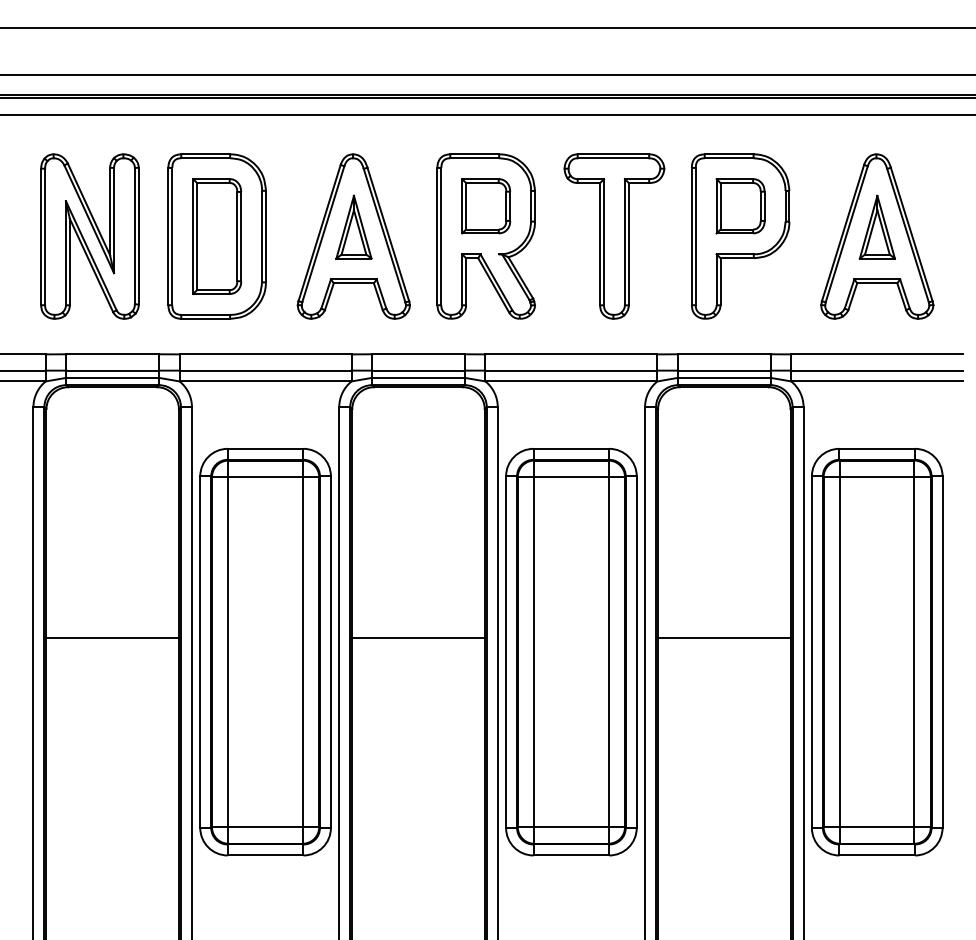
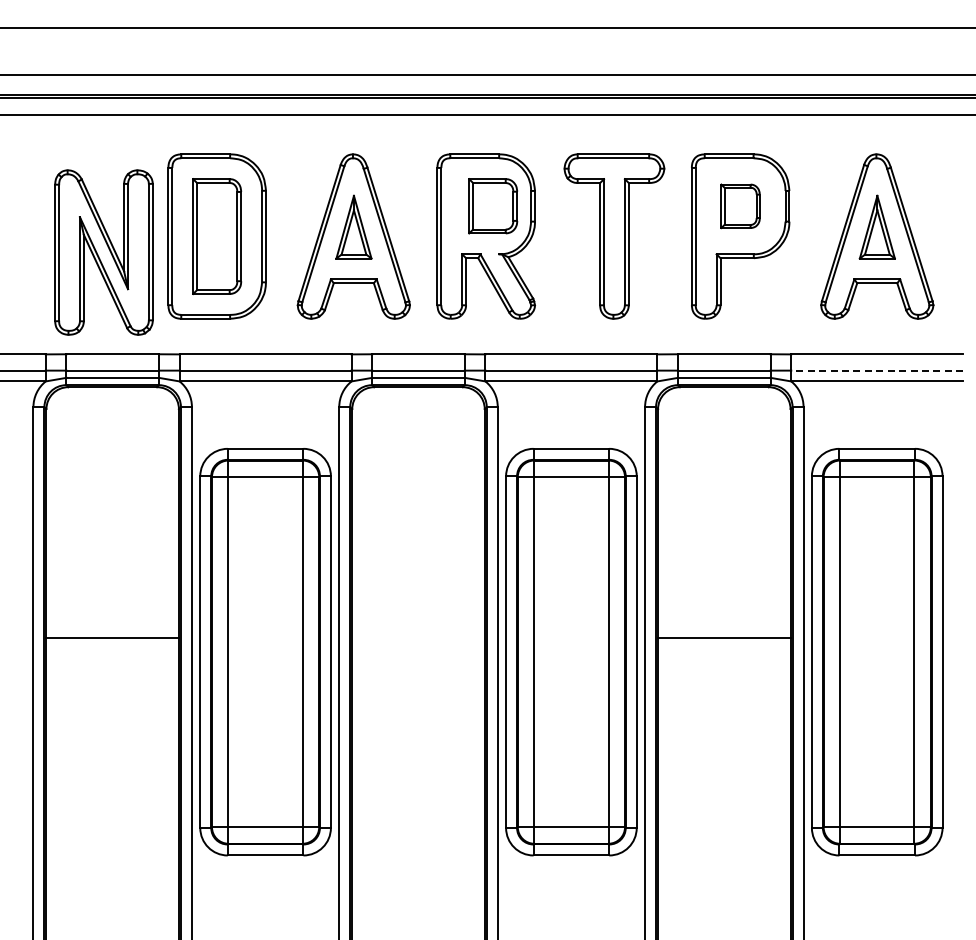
part at (486, 206) position: (486, 206) -> (493, 206)
part at (740, 206) size: 51x57 px -> 41x47 px
part at (89, 236) position: (89, 236) -> (103, 252)
line at (877, 370): solid -> dashed
line at (418, 637): present -> none
